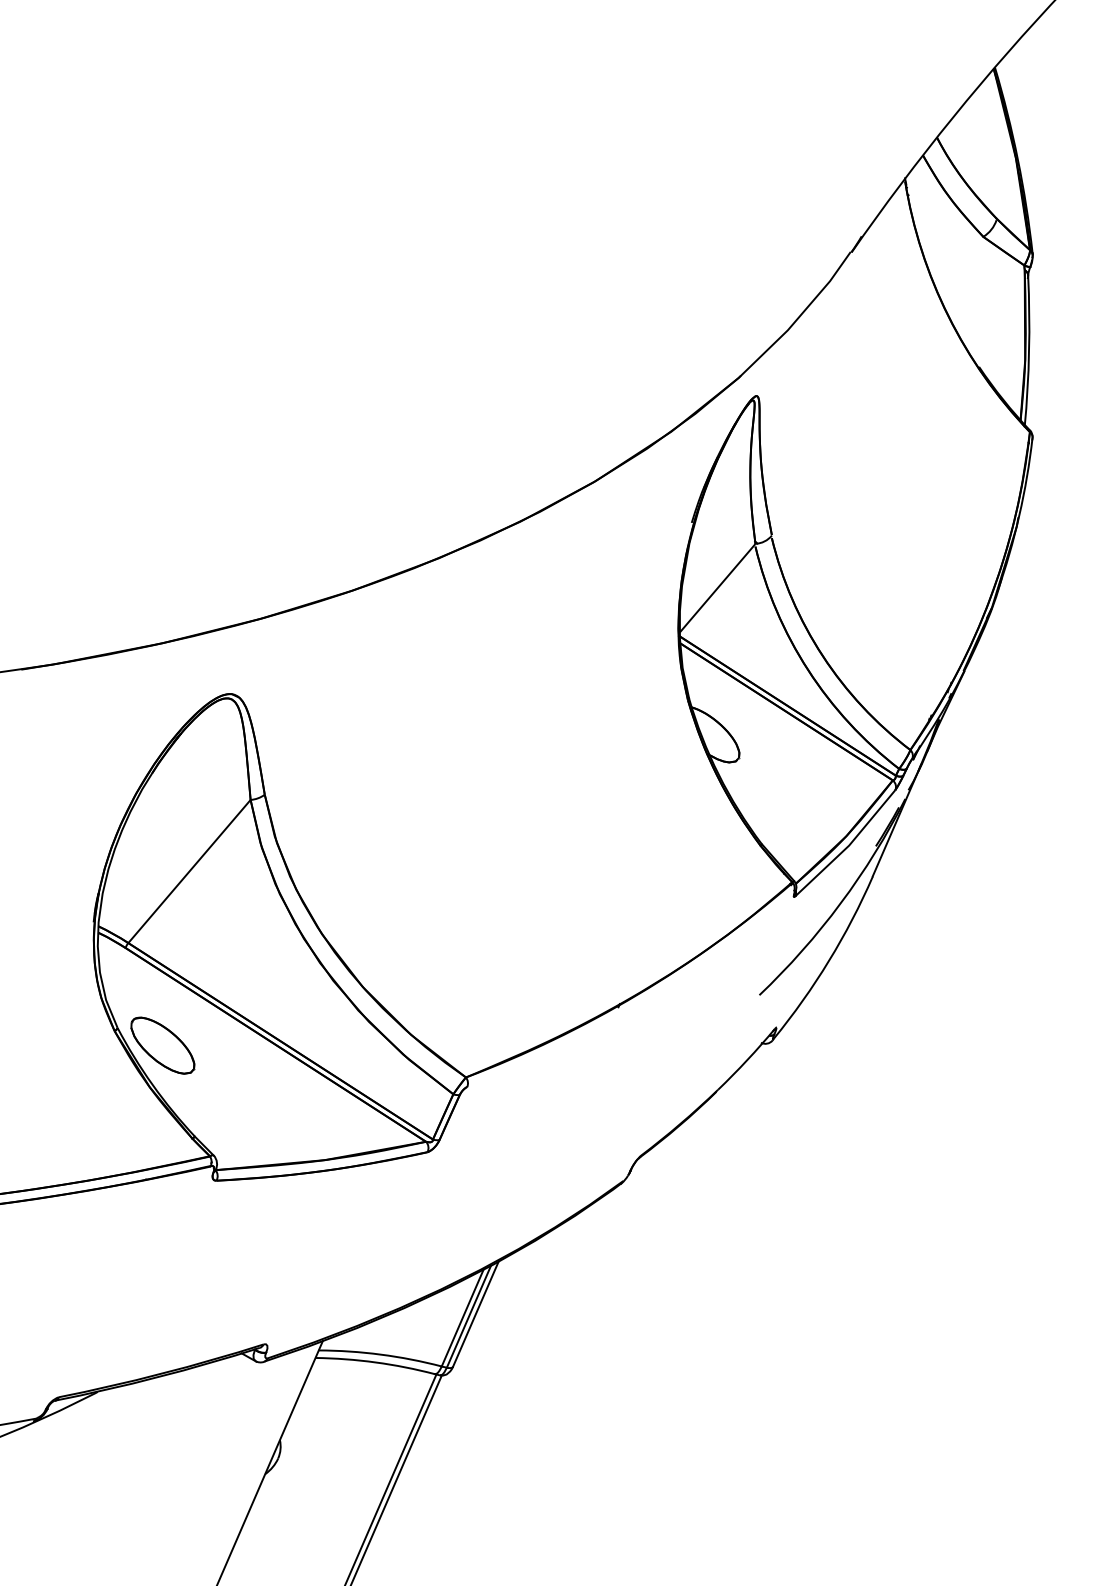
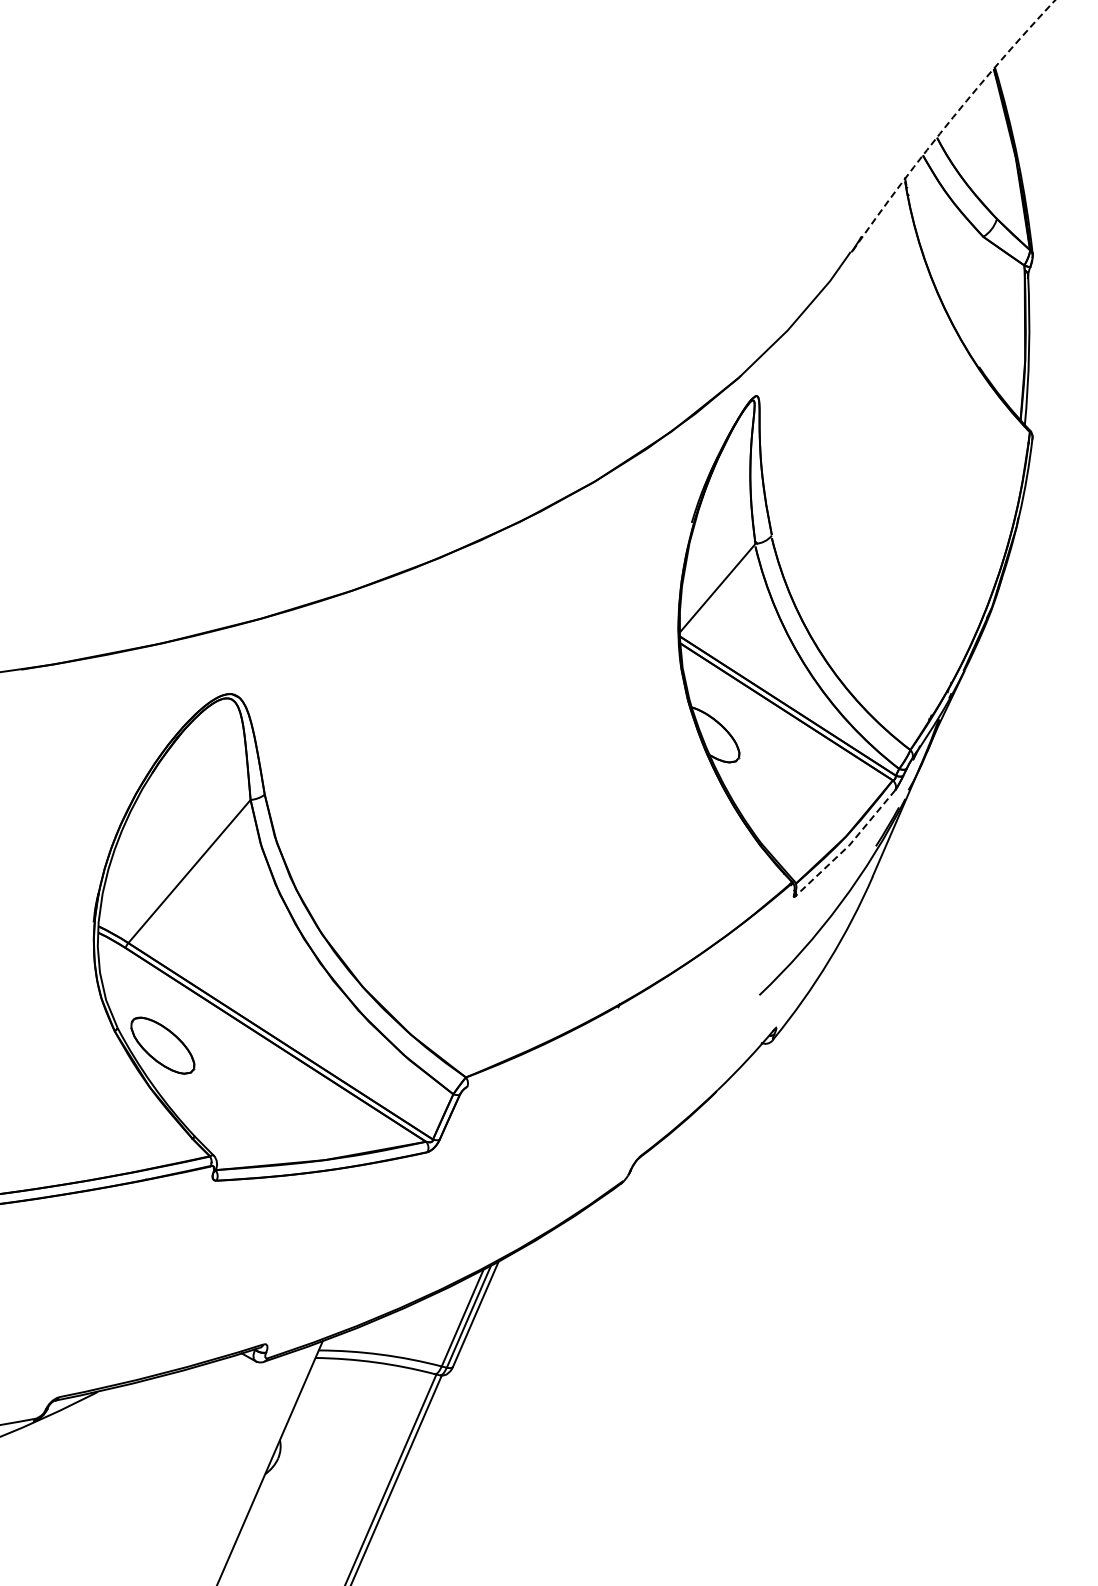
arc at (949, 122): solid -> dashed
line at (848, 846): solid -> dashed
